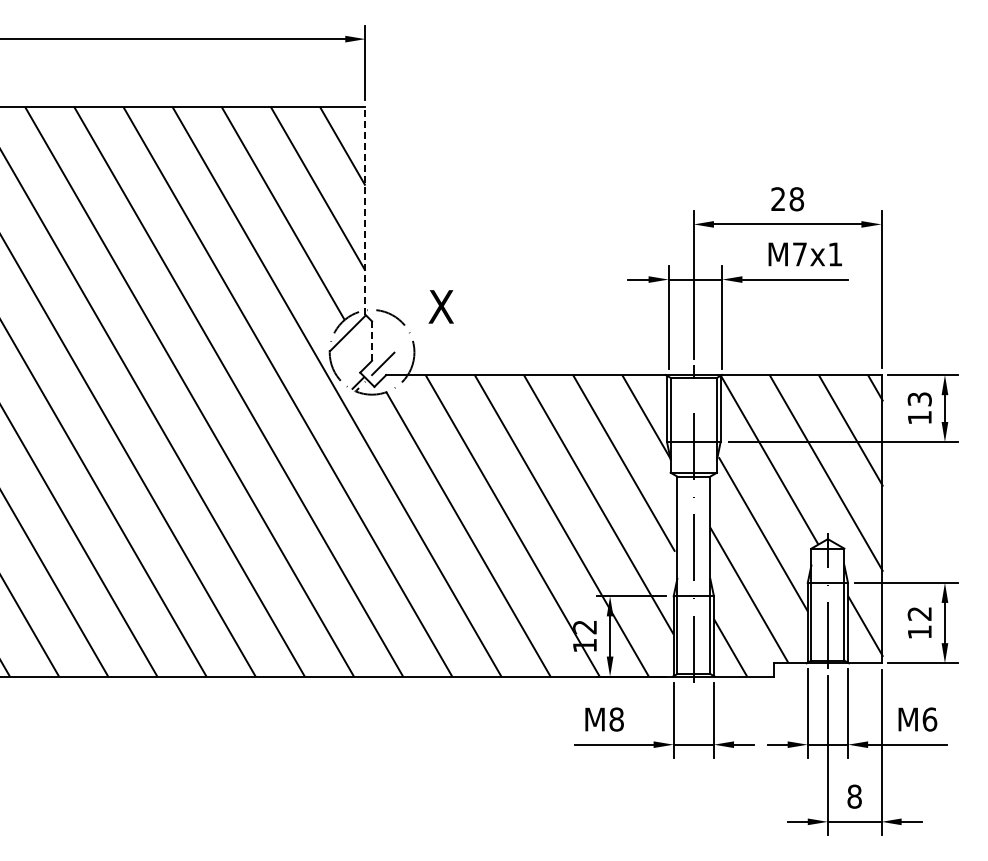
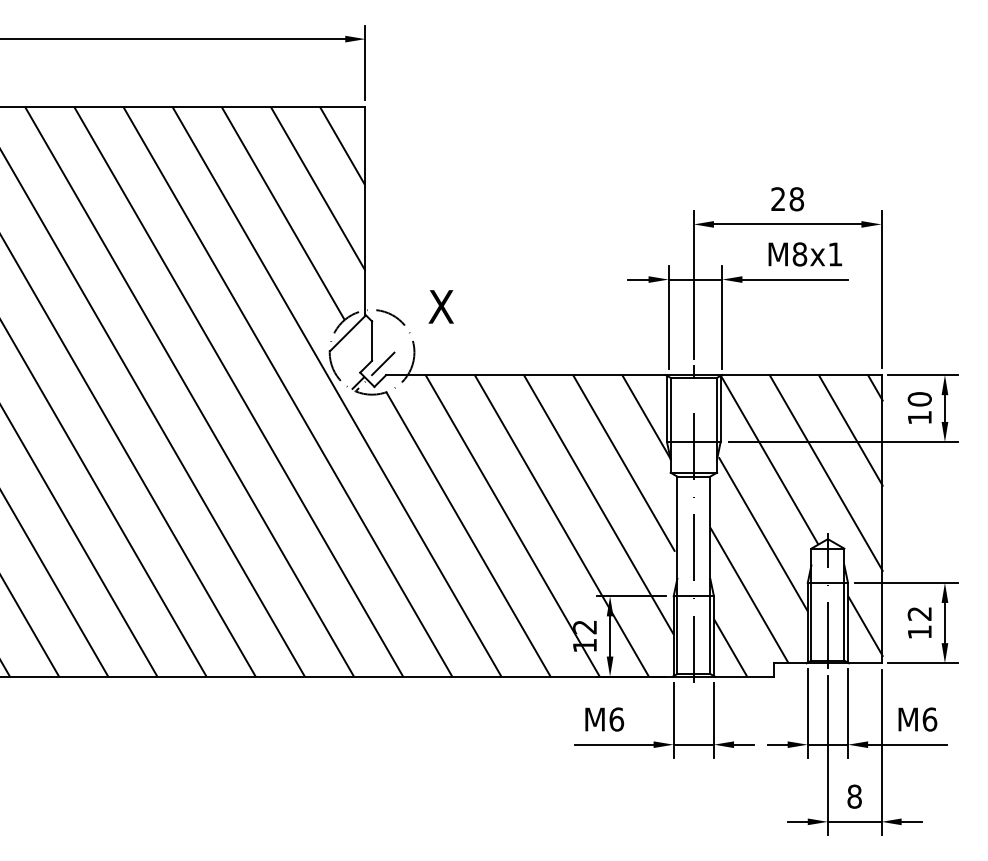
line at (365, 210): dashed -> solid
text at (799, 254): M7x1 -> M8x1
line at (372, 341): dashed -> solid
text at (919, 399): 13 -> 10
text at (616, 719): M8 -> M6
